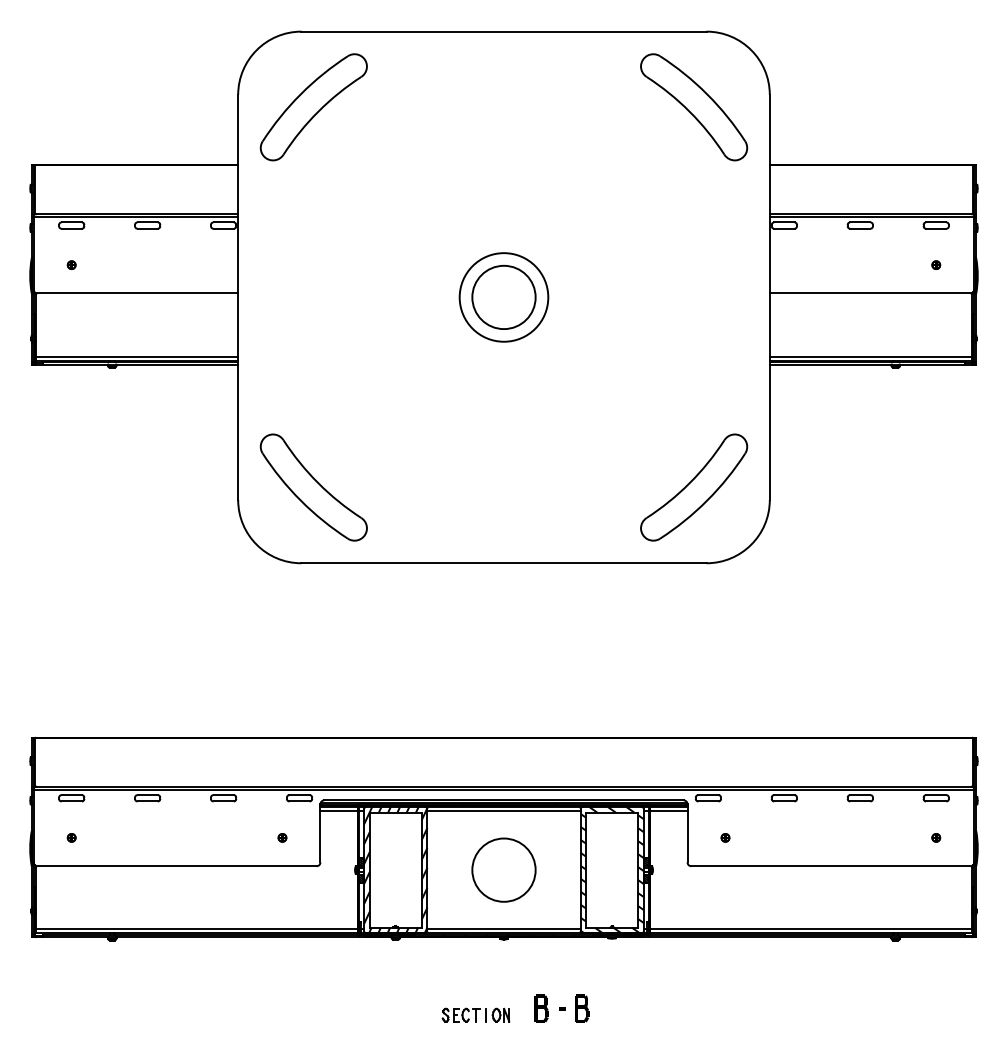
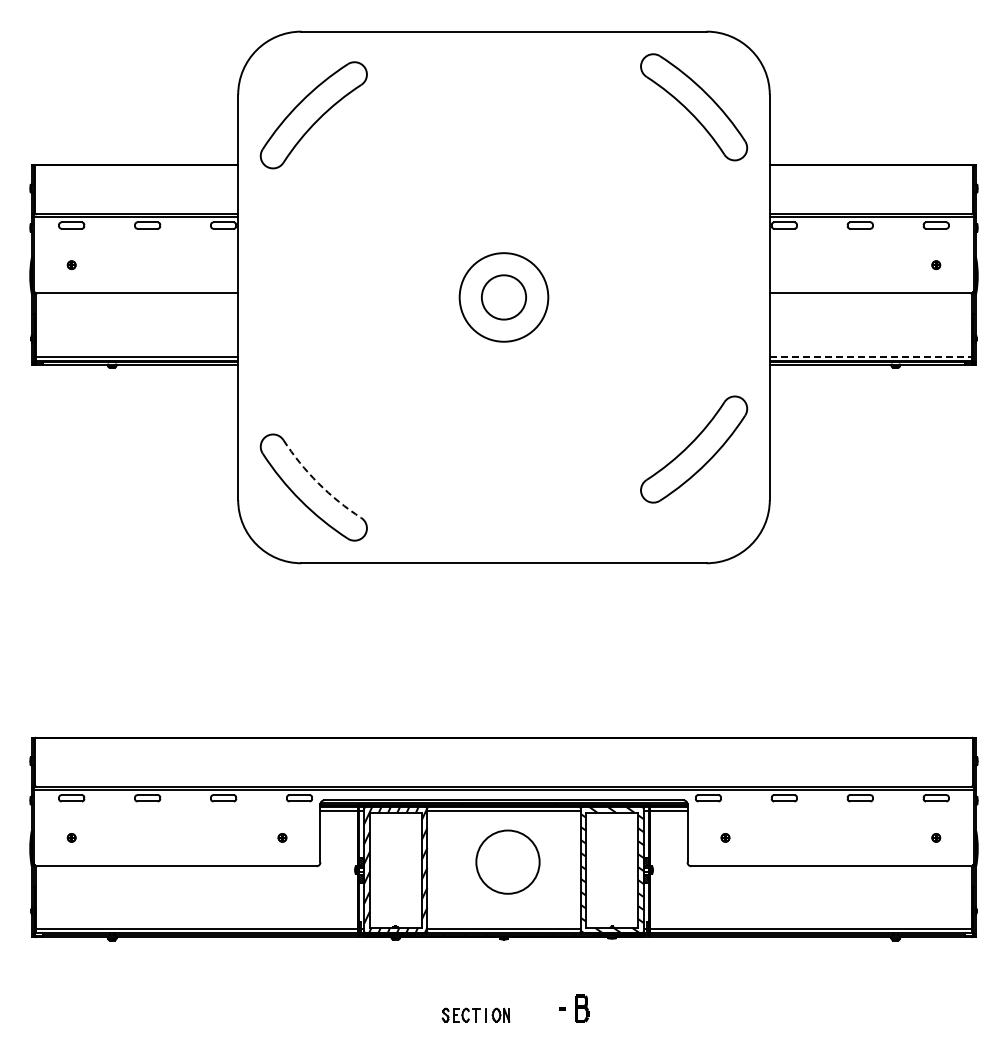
part at (313, 107) position: (313, 107) -> (313, 115)
circle at (503, 297) diameter: 63 px -> 44 px
line at (870, 356): solid -> dashed
arc at (318, 483): solid -> dashed
part at (694, 487) position: (694, 487) -> (694, 449)
circle at (503, 869) position: (503, 869) -> (507, 861)
part at (541, 1008): present -> none
